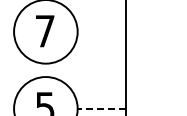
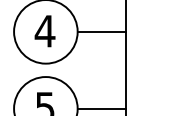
text at (44, 31): 7 -> 4
line at (101, 31): none -> present
line at (101, 108): dashed -> solid
